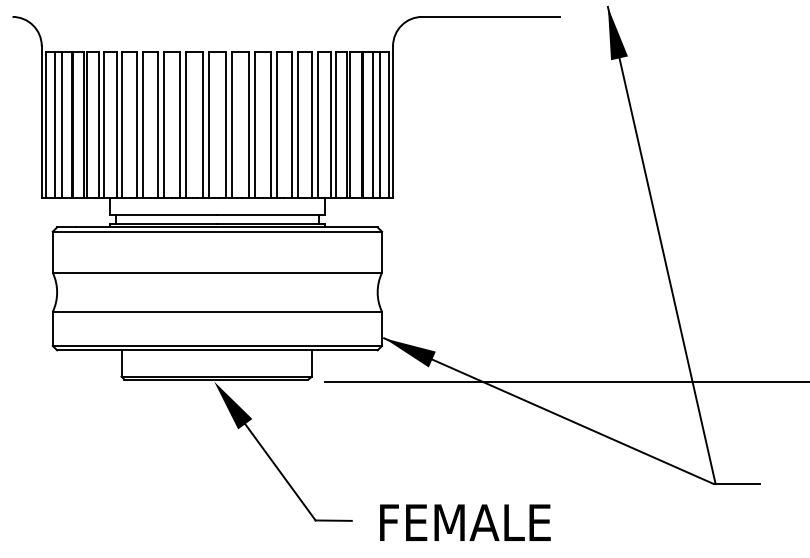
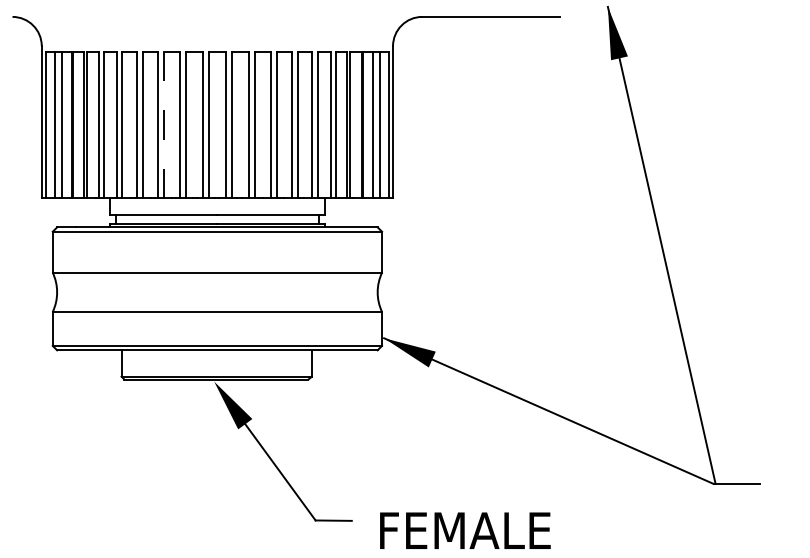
line at (163, 125): solid -> dashed
line at (565, 382): present -> none
text at (465, 522) position: (465, 522) -> (465, 530)
